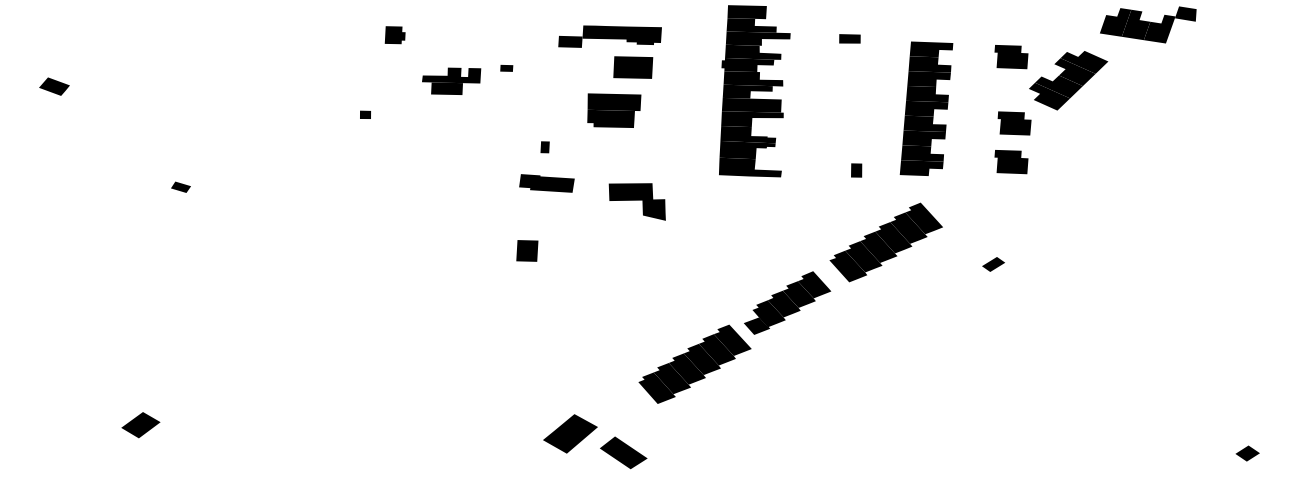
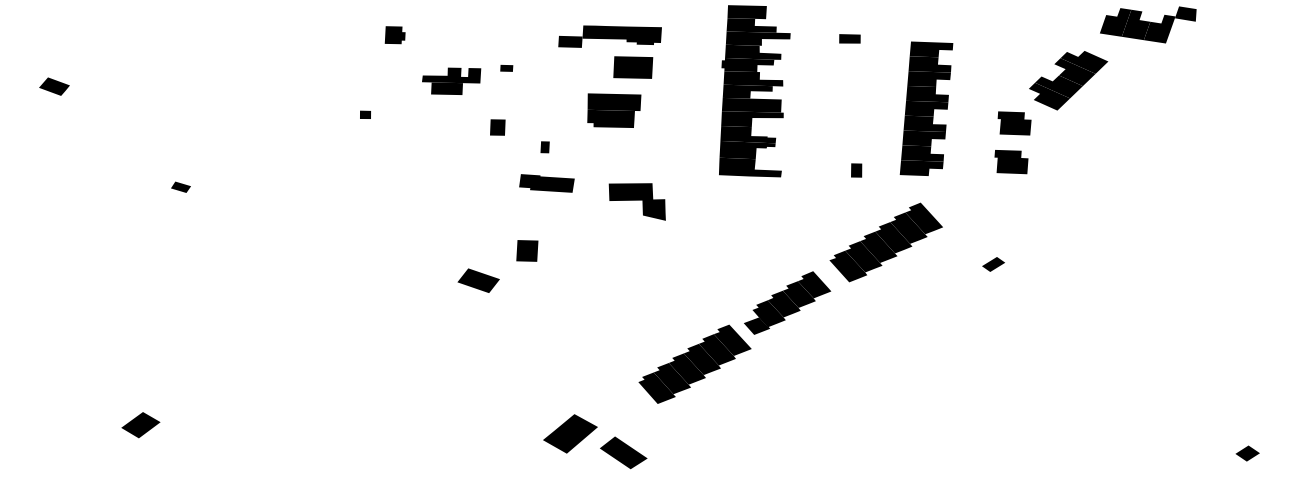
part at (1011, 57): present -> none
fill at (497, 127): none -> present
part at (478, 280): none -> present
